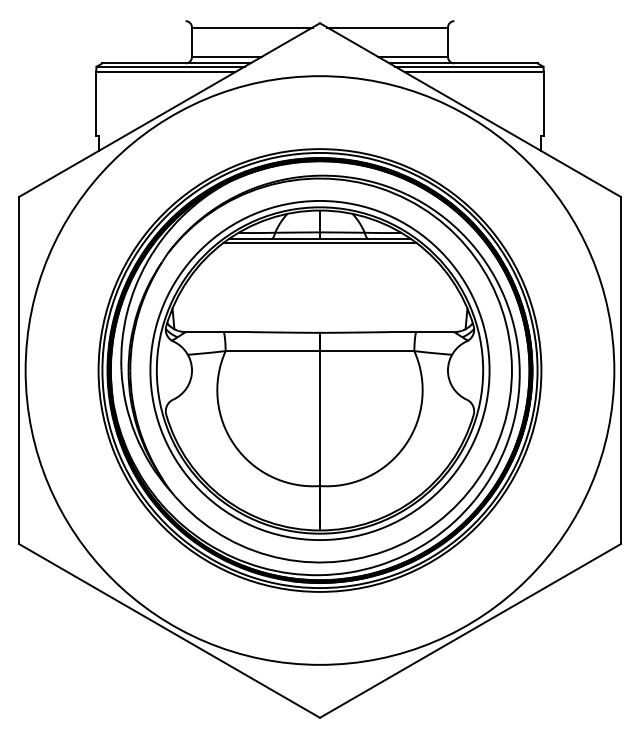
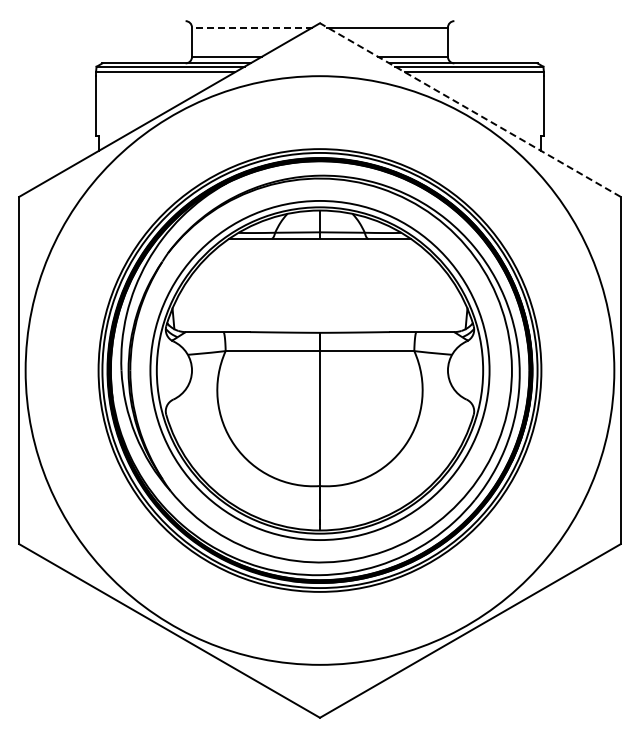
line at (251, 27): solid -> dashed
line at (470, 110): solid -> dashed
line at (319, 243): present -> none
